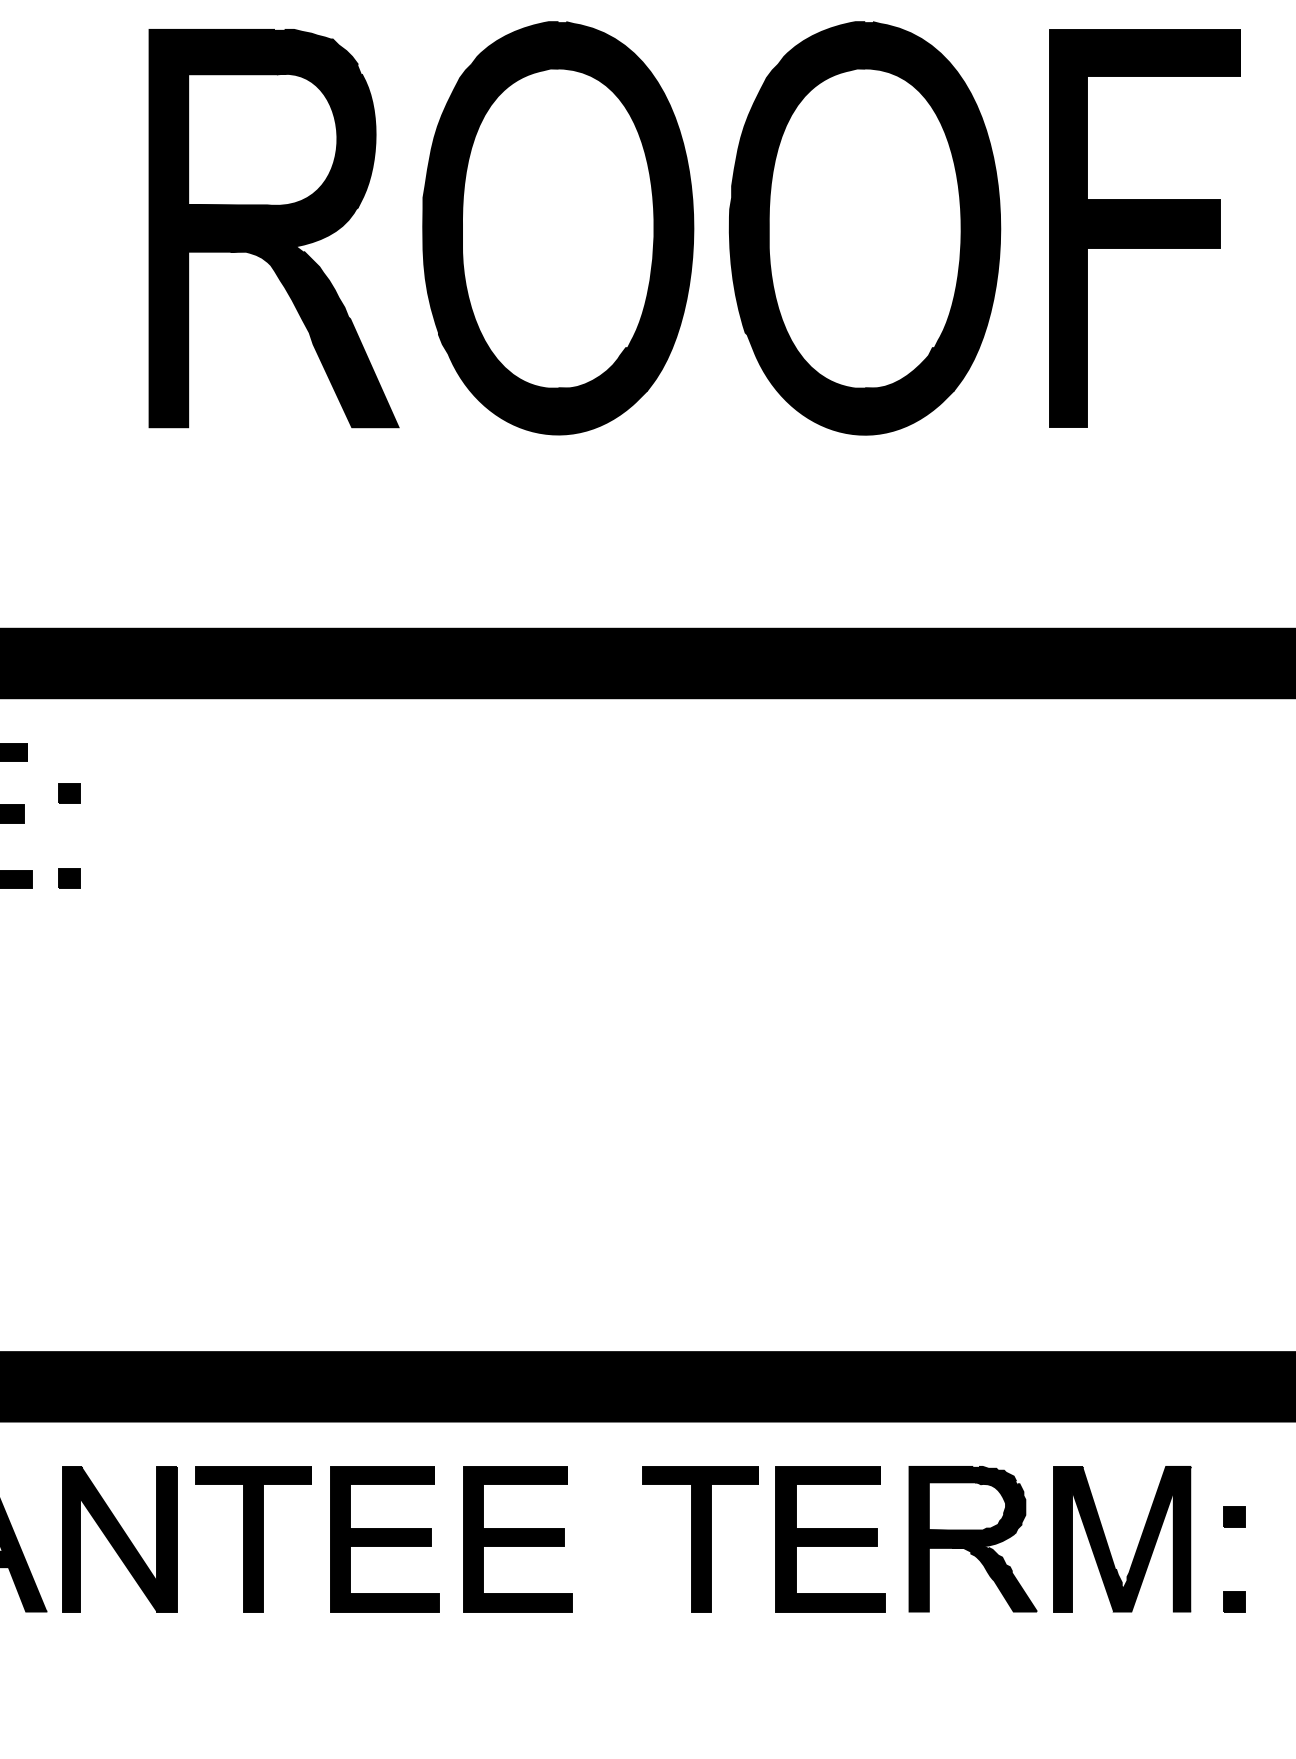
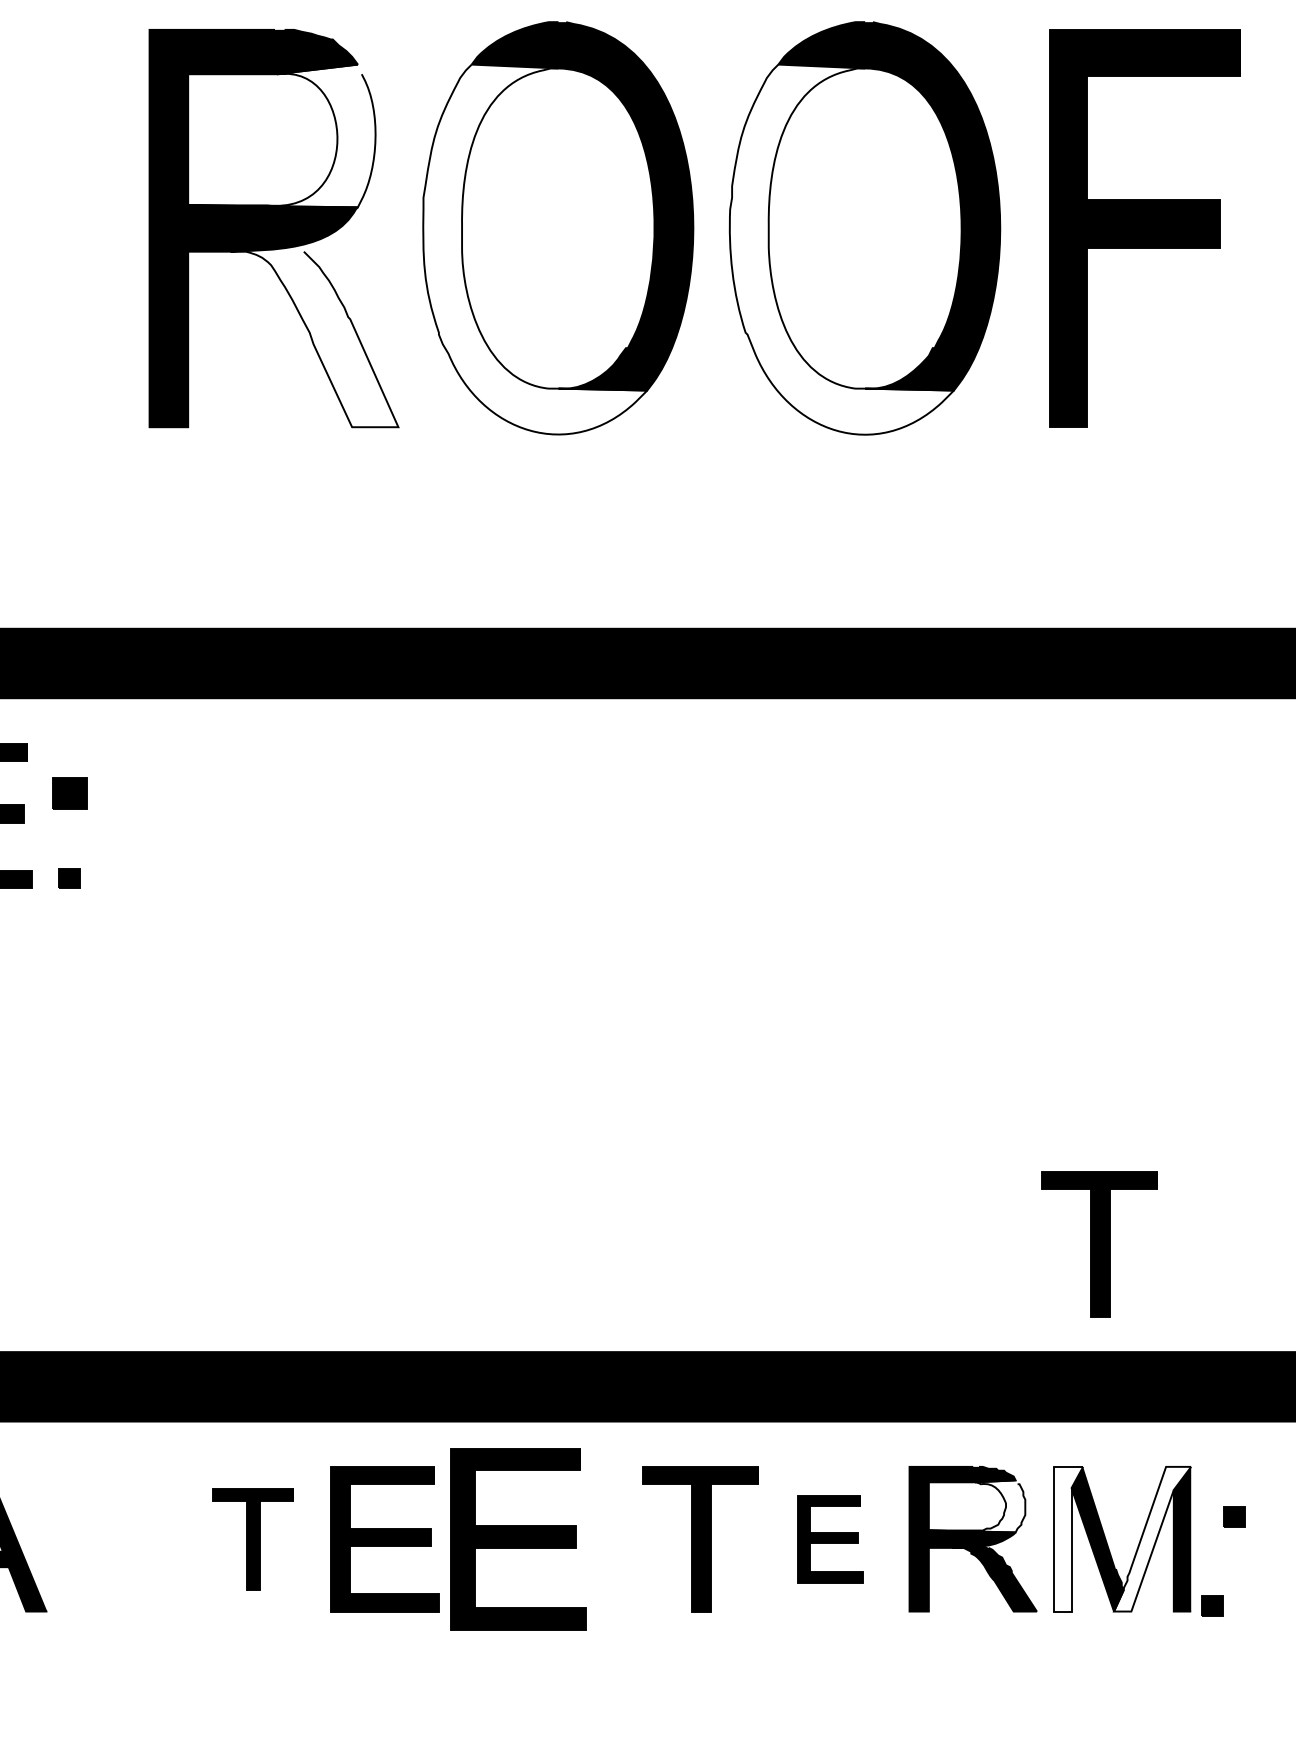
fill at (281, 135): present -> none
fill at (535, 249): present -> none
fill at (841, 249): present -> none
fill at (314, 336): present -> none
part at (69, 793) size: 23x21 px -> 36x33 px
part at (1099, 1244): none -> present
fill at (976, 1506): present -> none
fill at (1068, 1538): present -> none
fill at (1152, 1538): present -> none
part at (119, 1539): present -> none
part at (253, 1539) size: 117x147 px -> 82x103 px
part at (517, 1539) size: 110x147 px -> 137x183 px
part at (830, 1539) size: 111x147 px -> 67x89 px
part at (1234, 1601) position: (1234, 1601) -> (1212, 1605)
